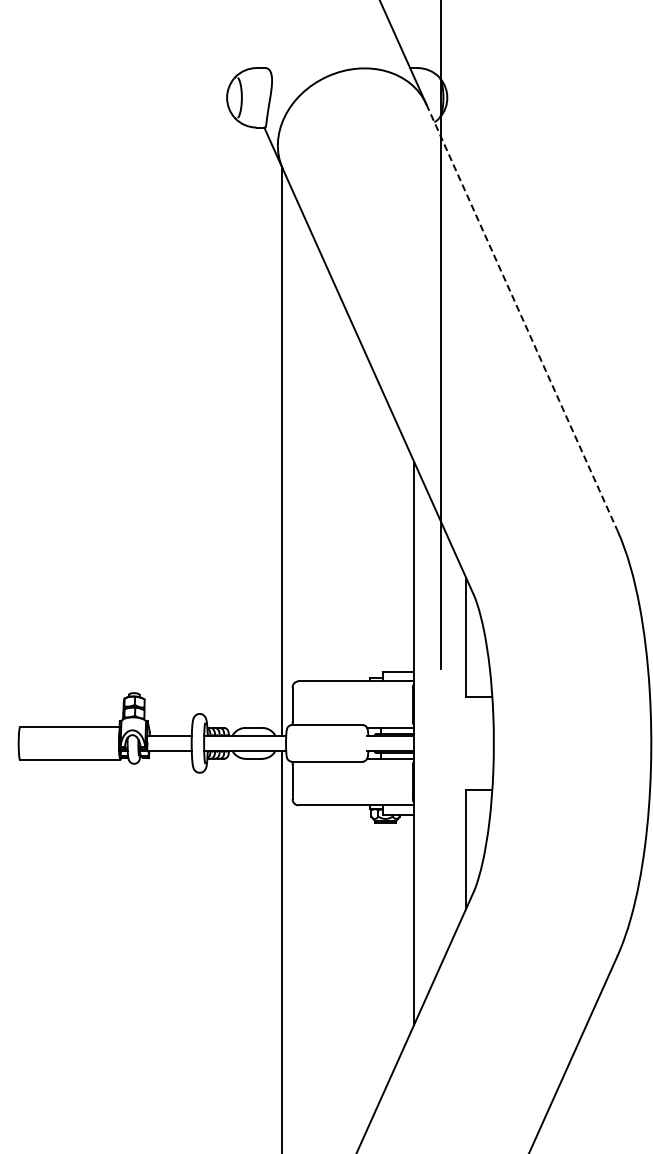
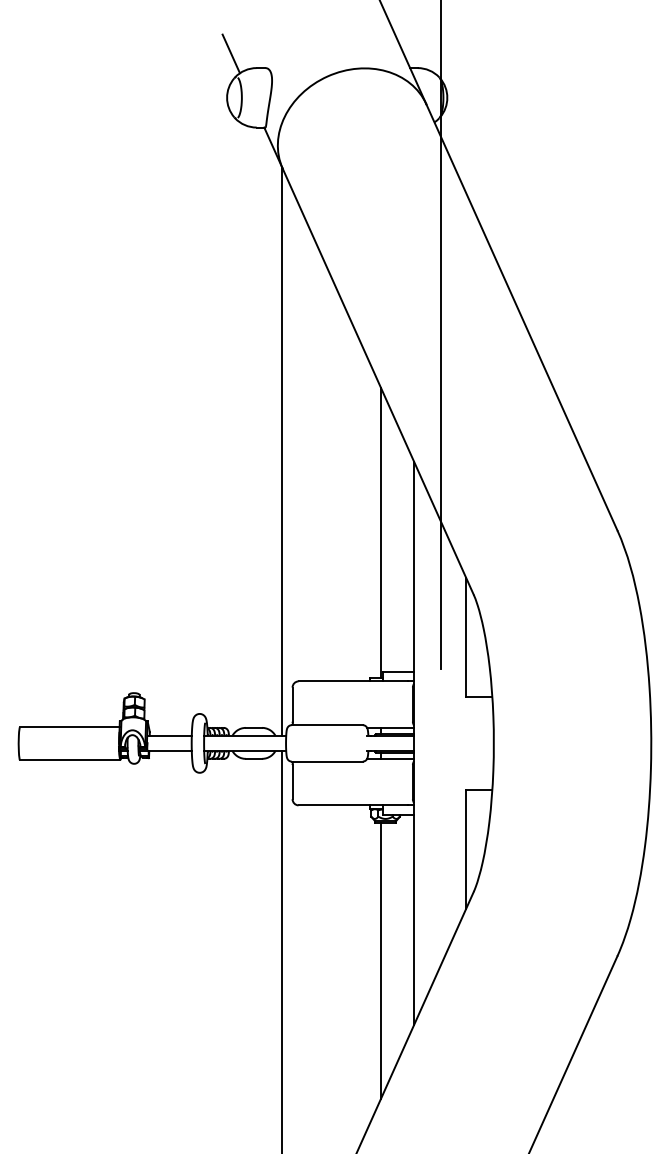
line at (230, 53): none -> present
line at (522, 317): dashed -> solid
line at (380, 532): none -> present
line at (380, 960): none -> present
